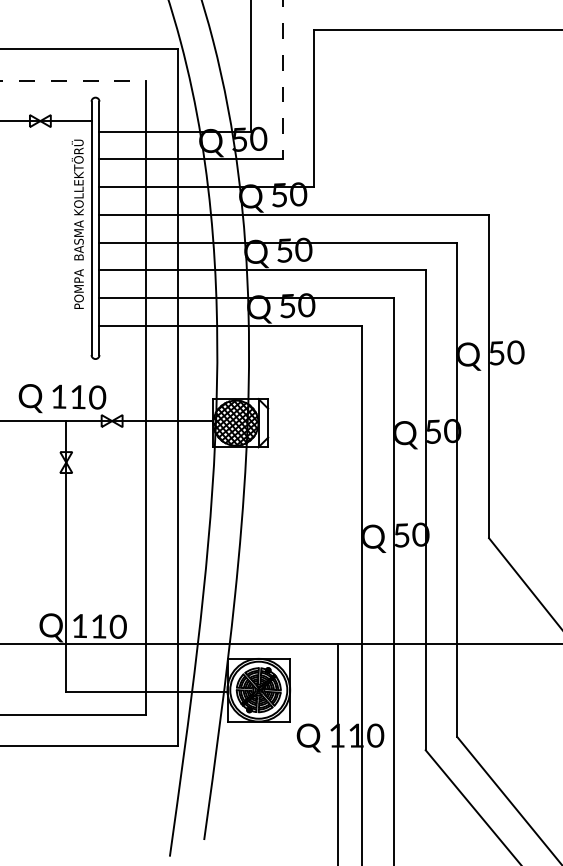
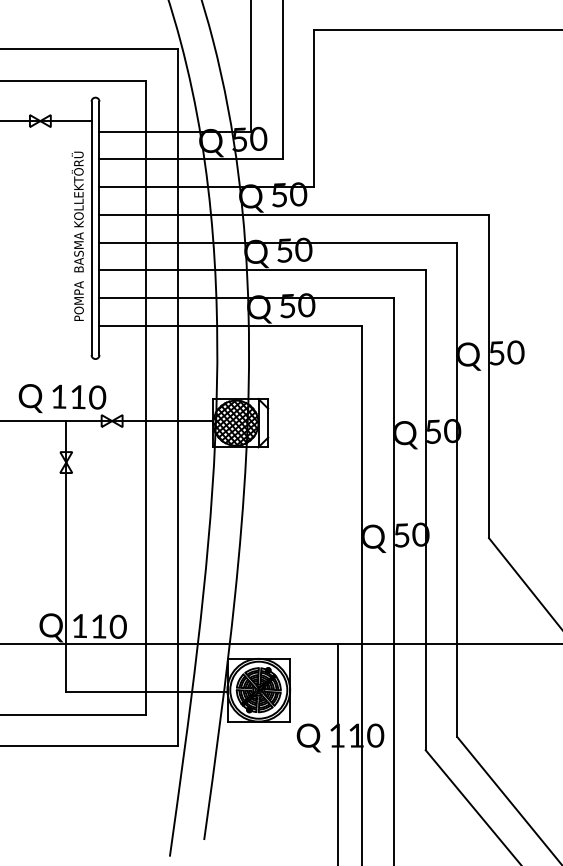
line at (282, 80): dashed -> solid
line at (73, 81): dashed -> solid
text at (77, 223) position: (77, 223) -> (77, 235)
